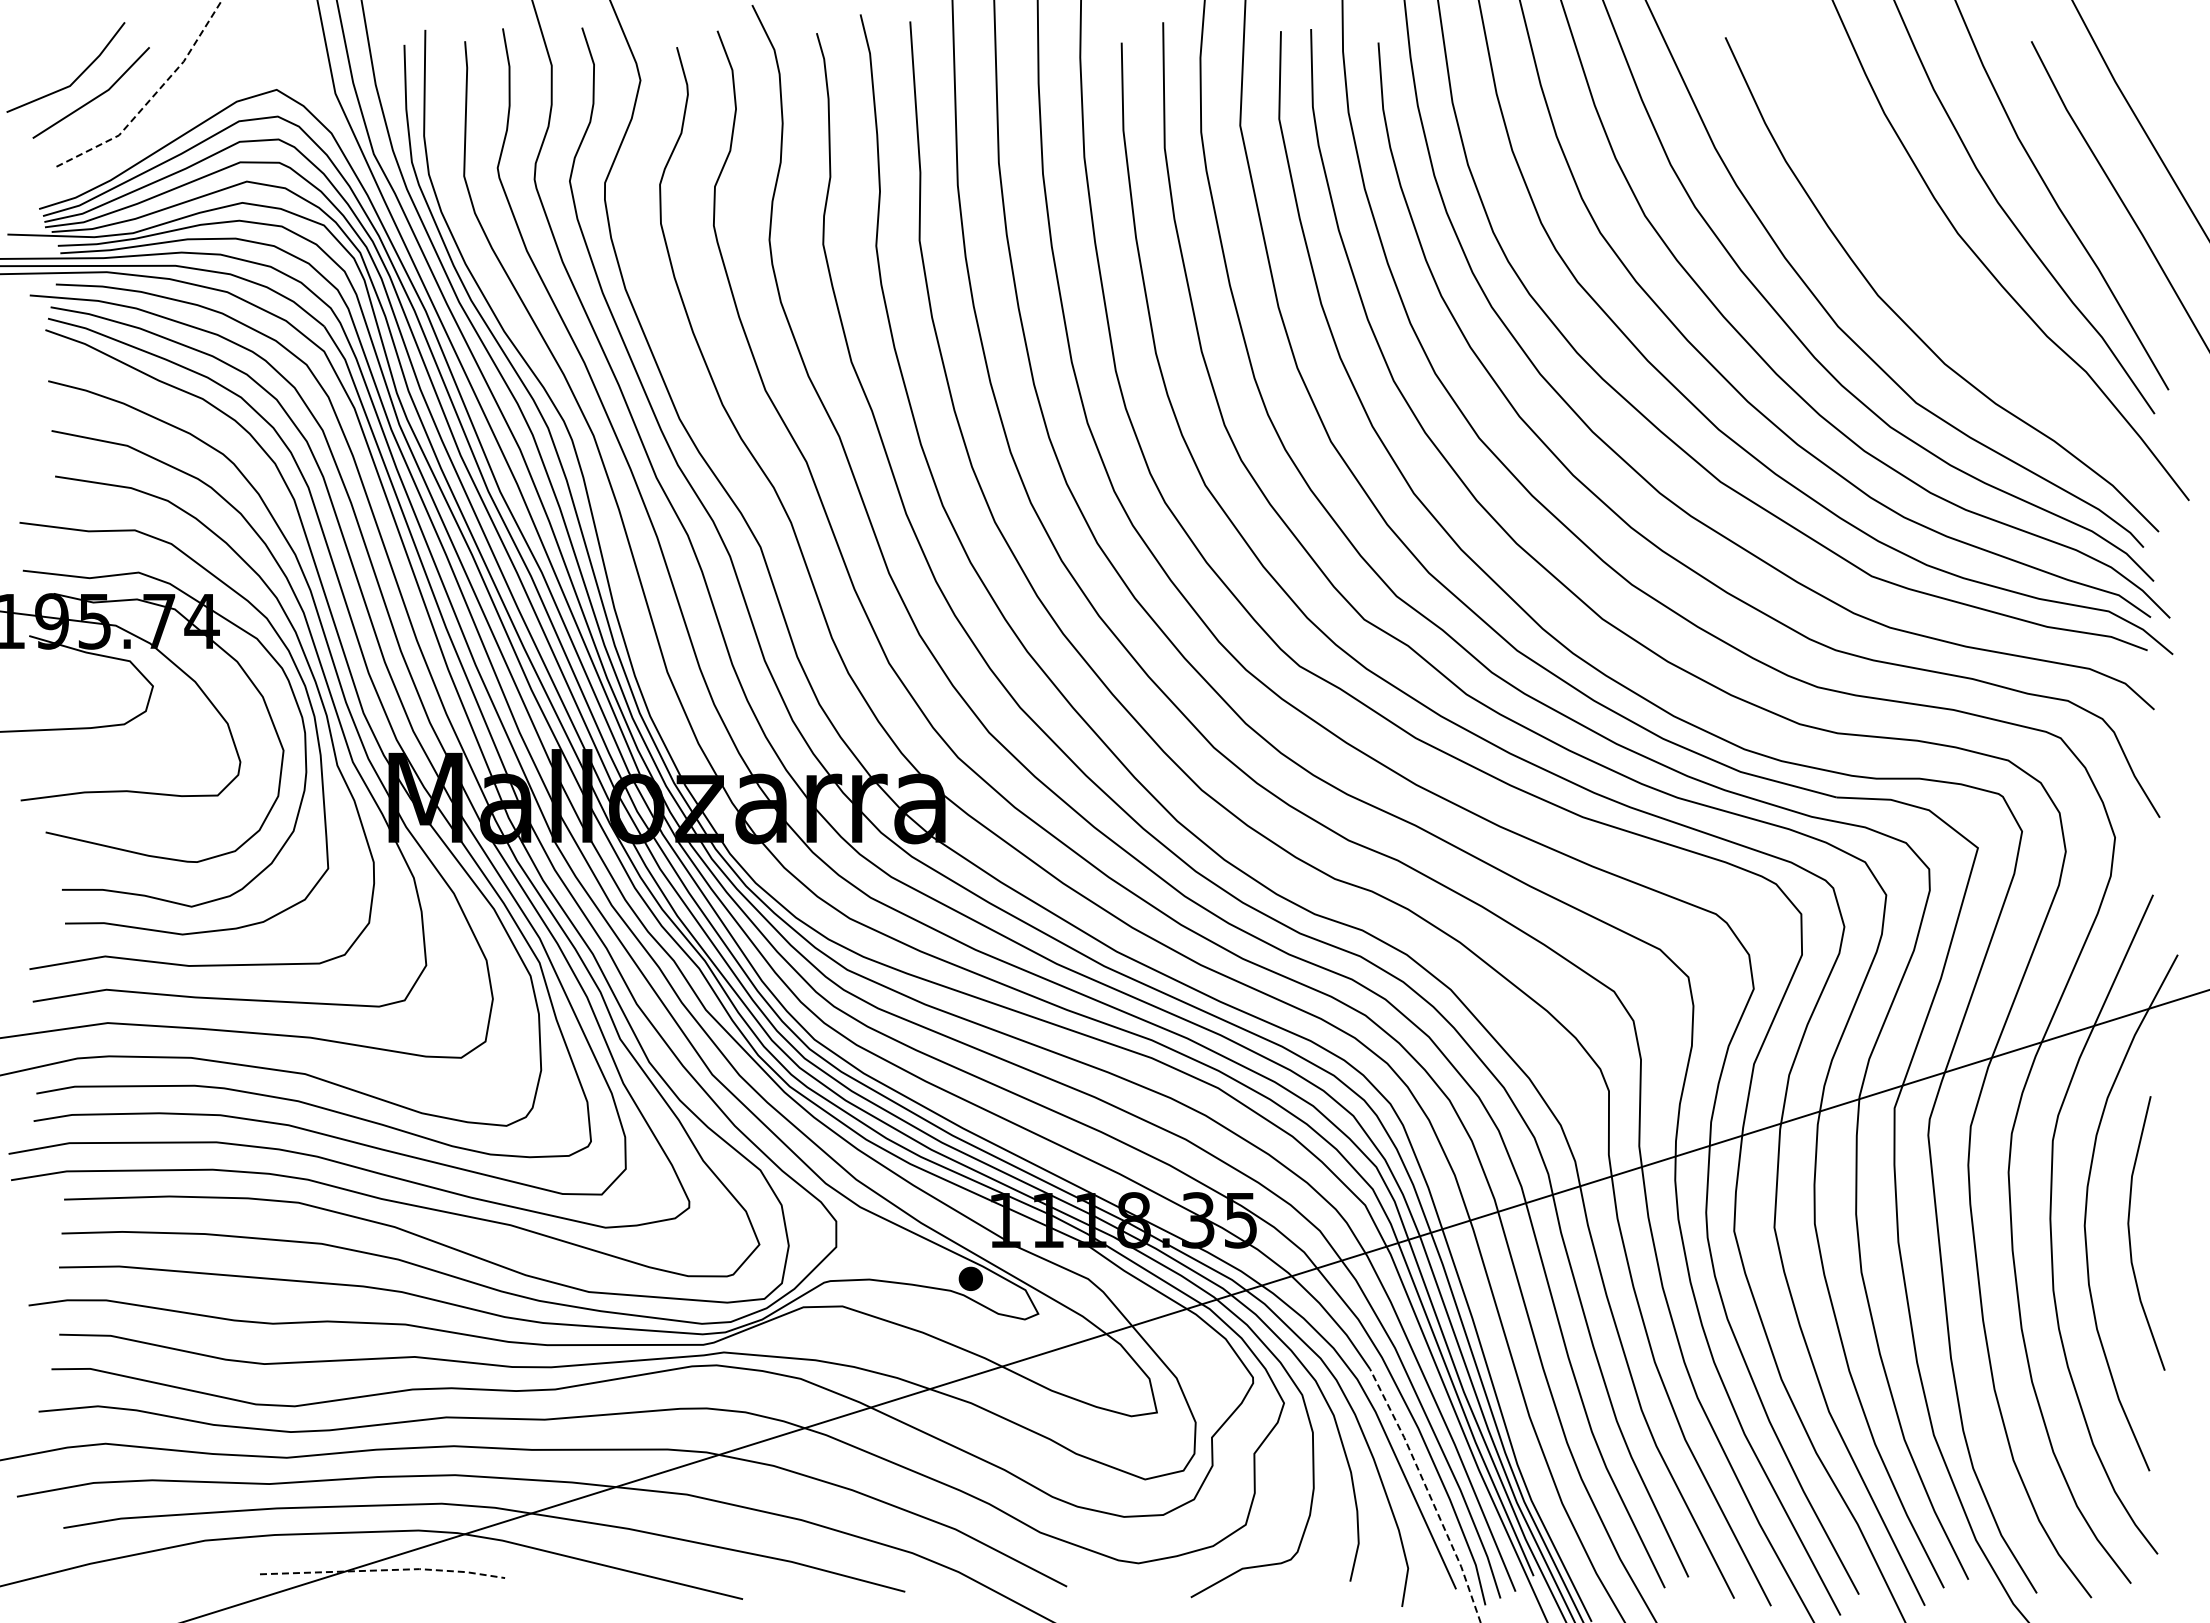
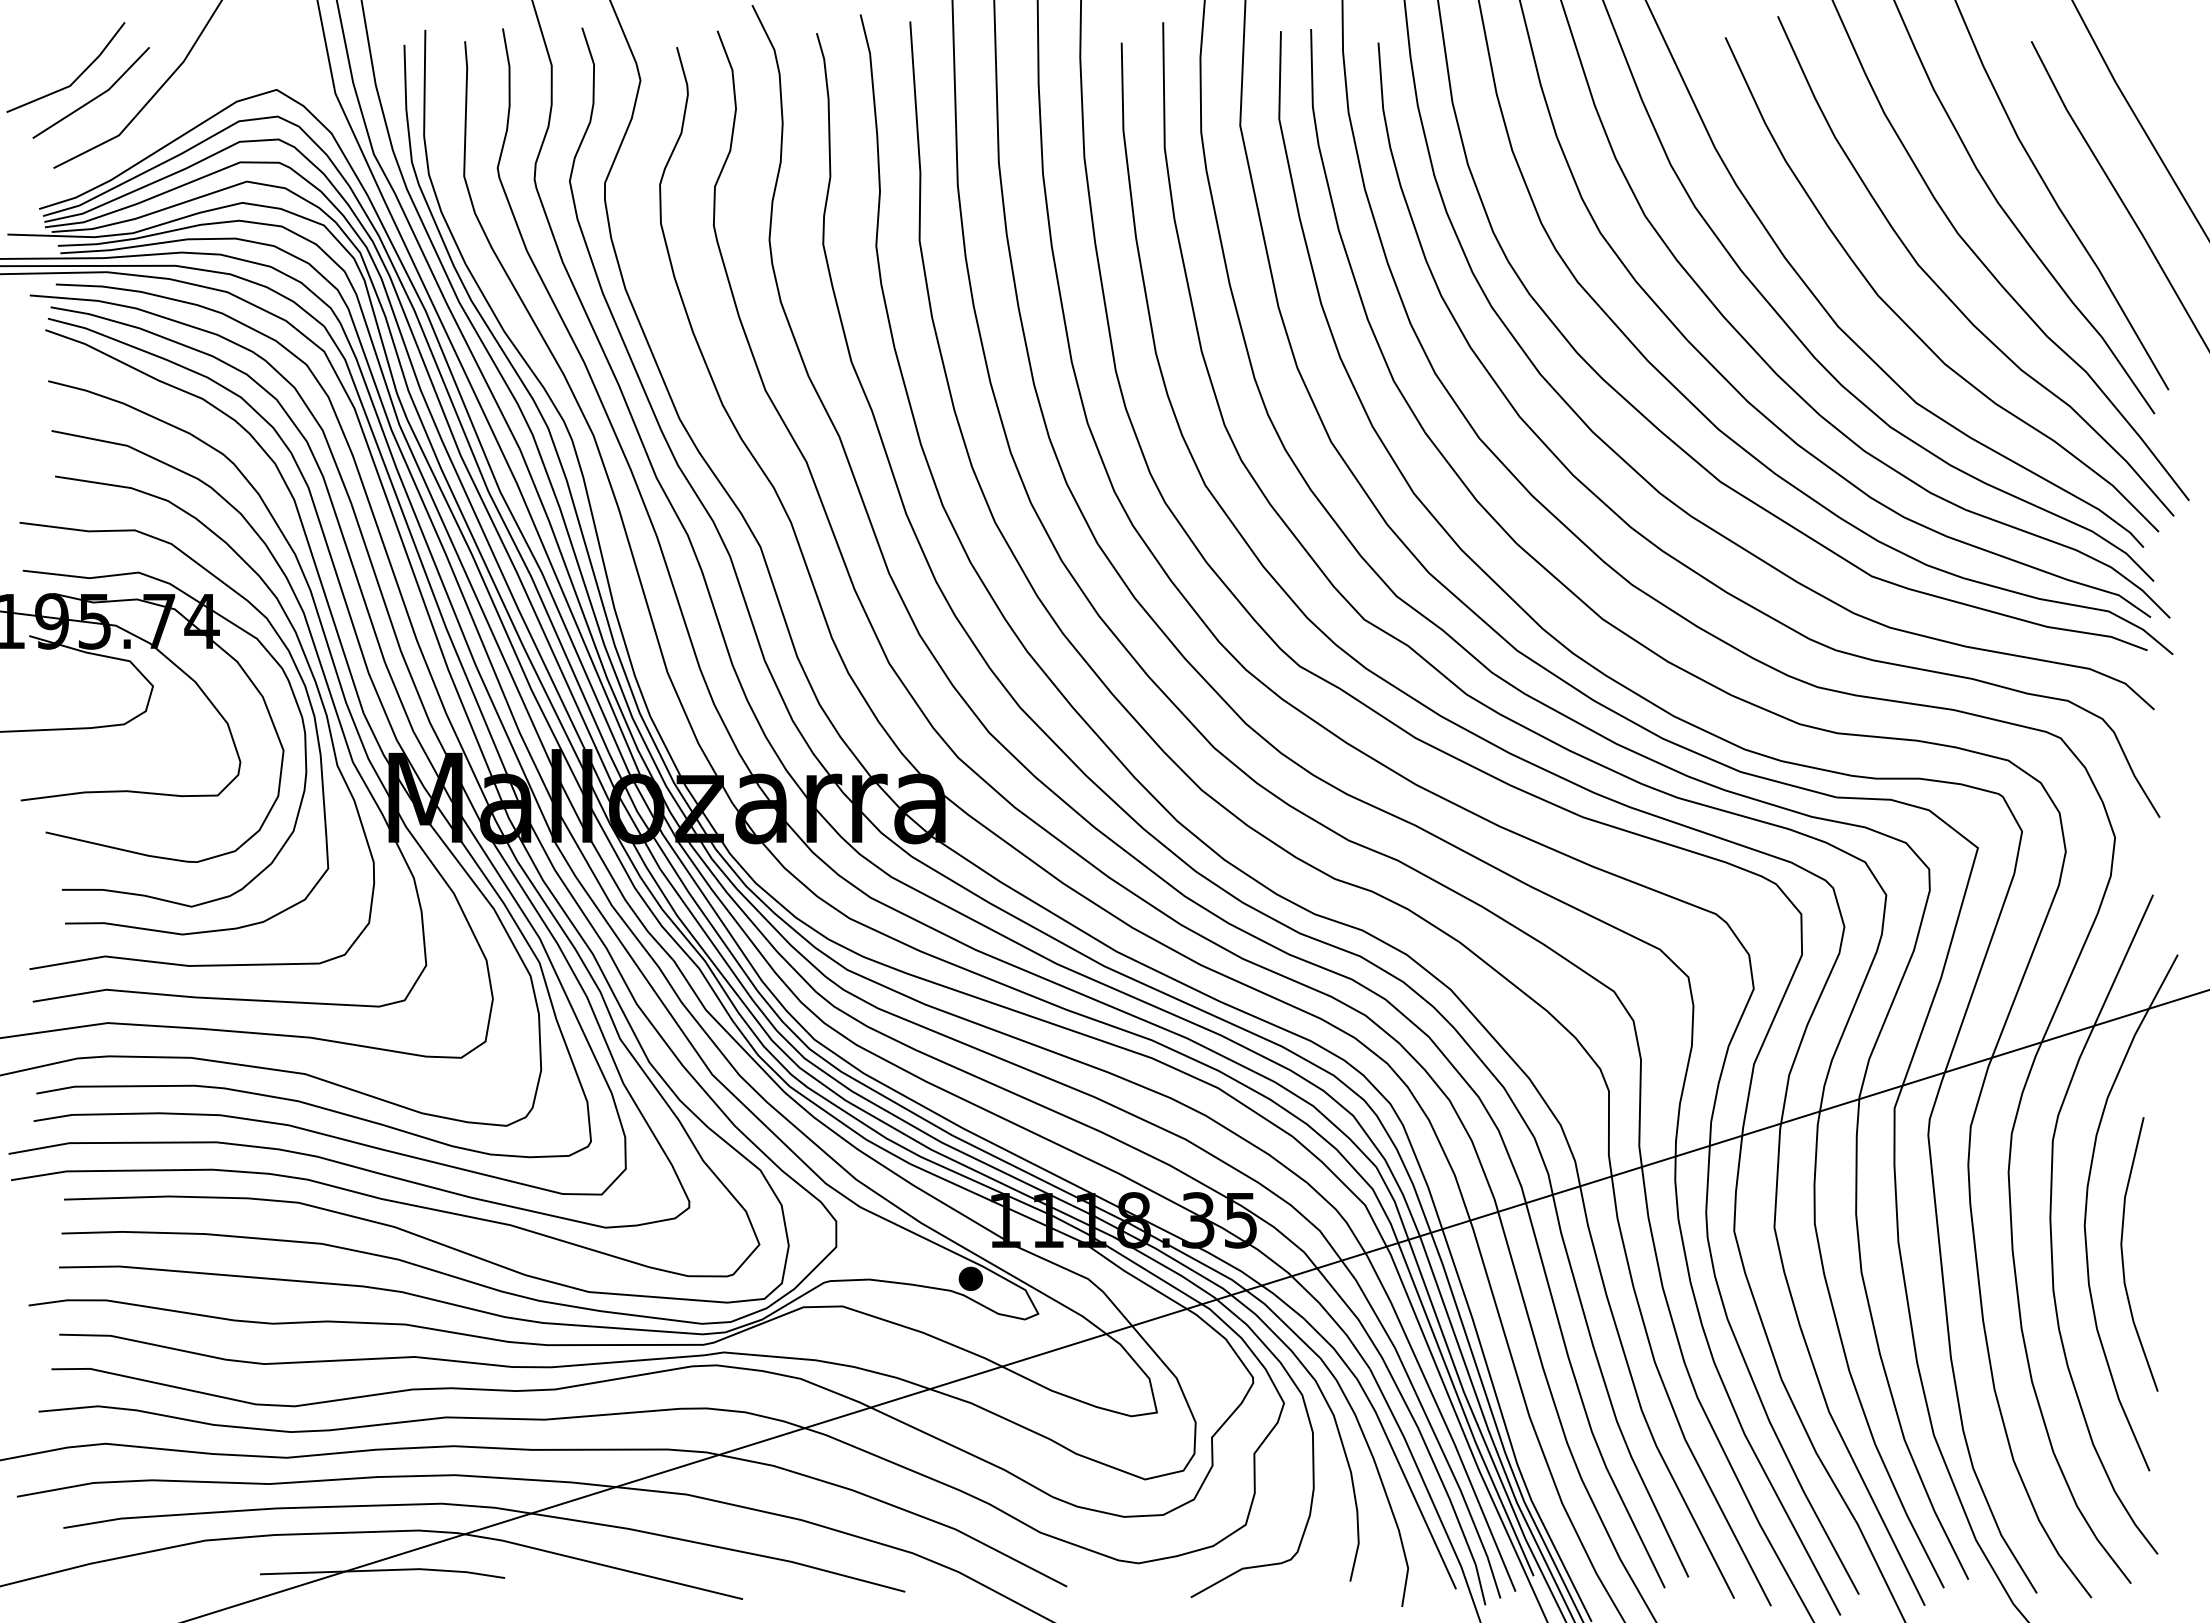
line at (151, 98): dashed -> solid
curve at (1943, 290): none -> present
curve at (2130, 1234) position: (2130, 1234) -> (2123, 1255)
line at (1429, 1493): dashed -> solid
line at (384, 1570): dashed -> solid
